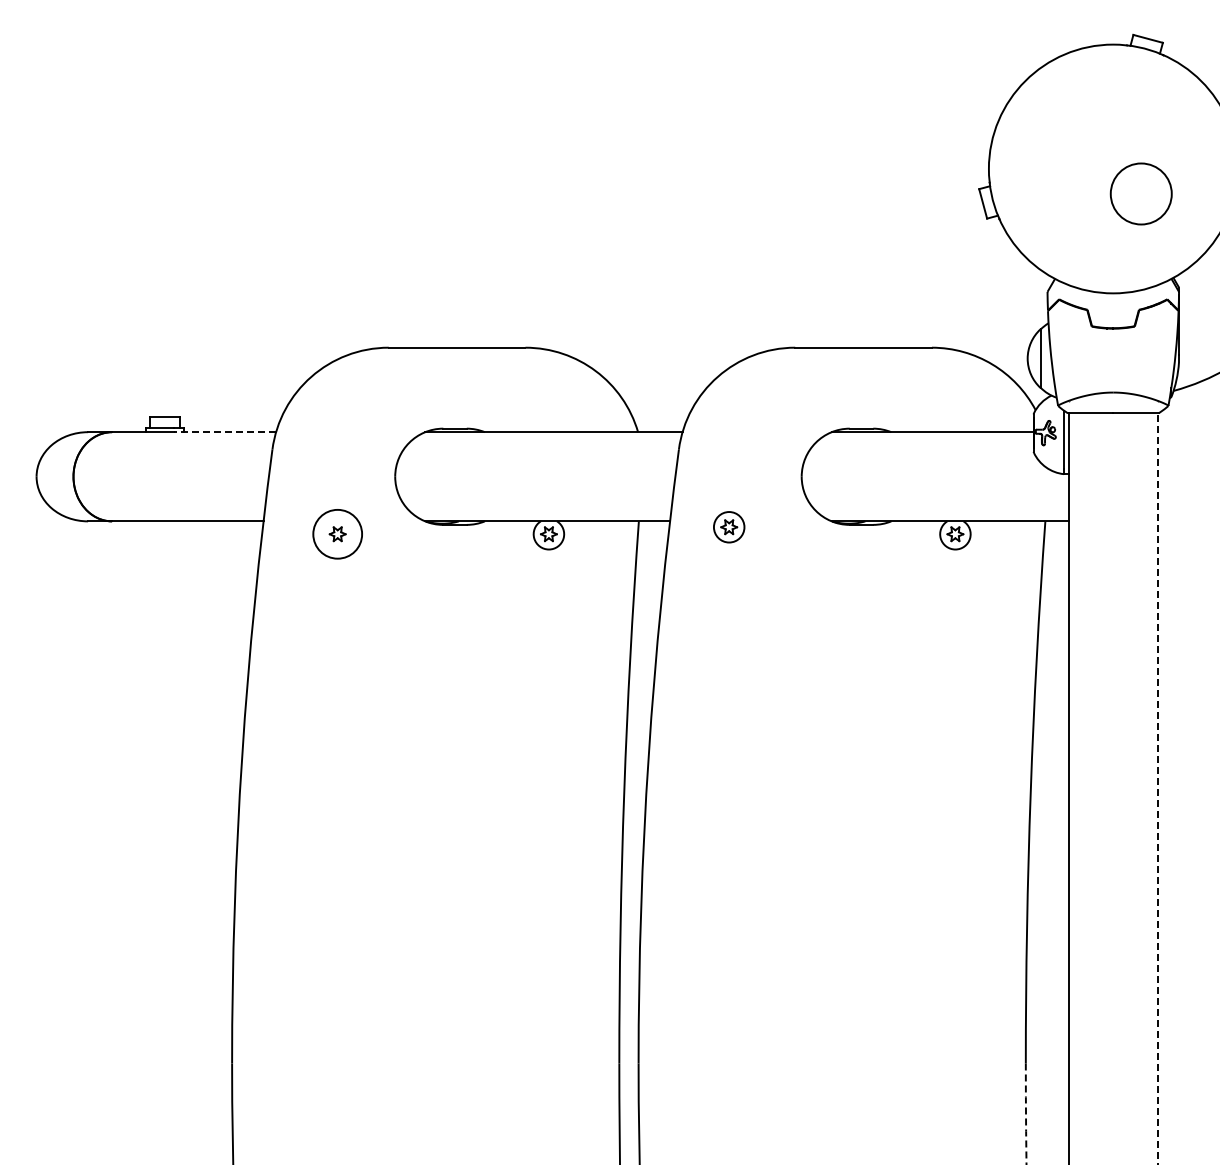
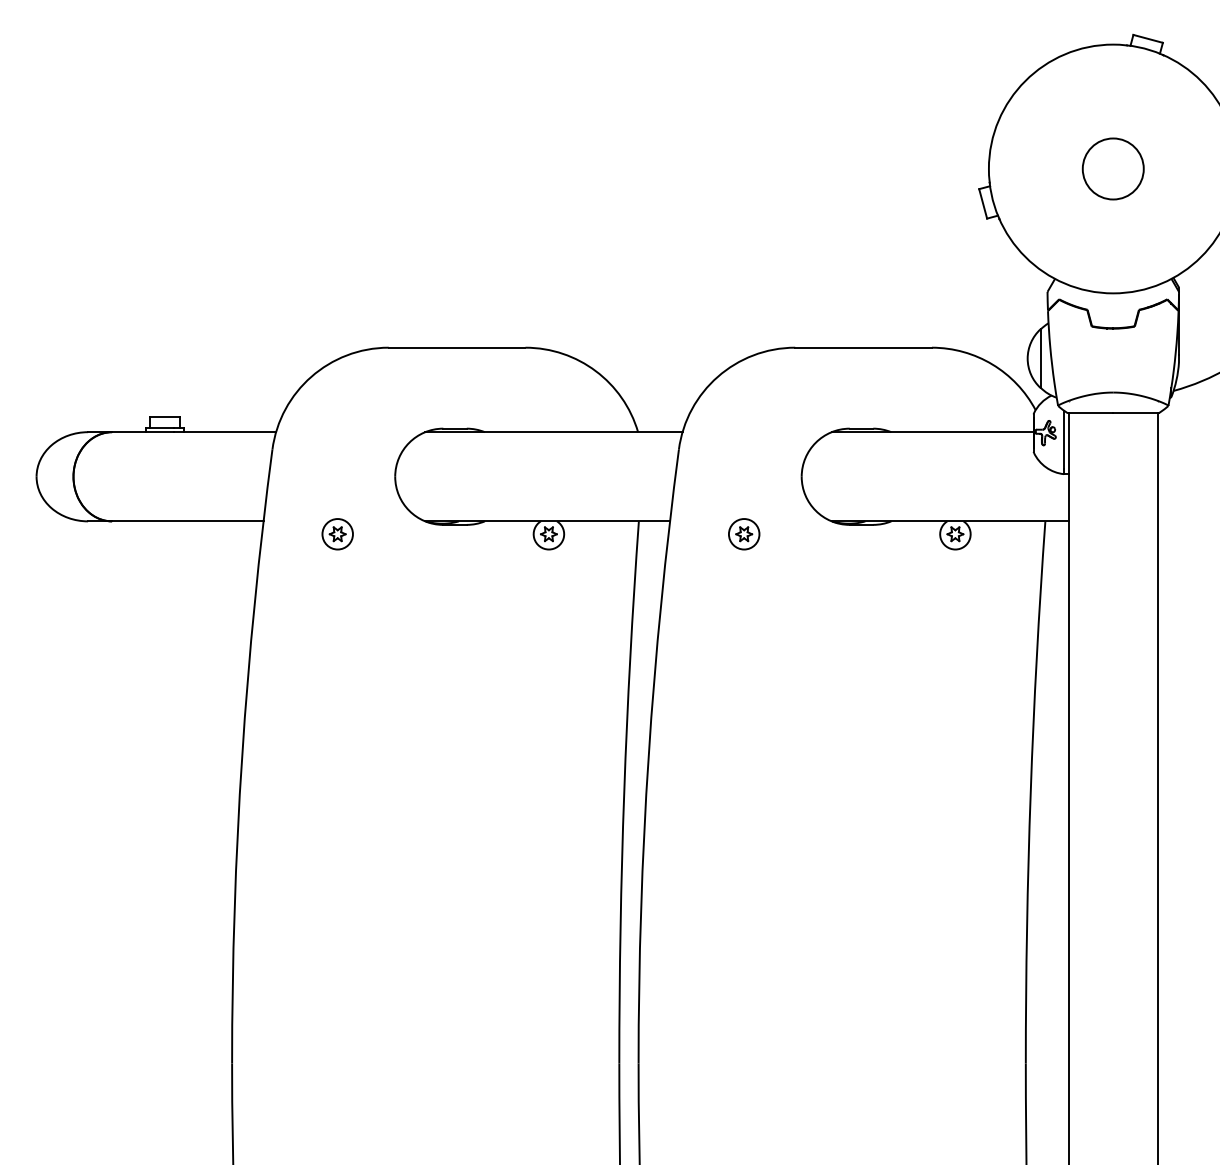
circle at (1140, 193) position: (1140, 193) -> (1112, 168)
line at (225, 432): dashed -> solid
part at (729, 527) position: (729, 527) -> (744, 534)
circle at (337, 533) diameter: 49 px -> 31 px
line at (1157, 788): dashed -> solid
arc at (1026, 1114): dashed -> solid
